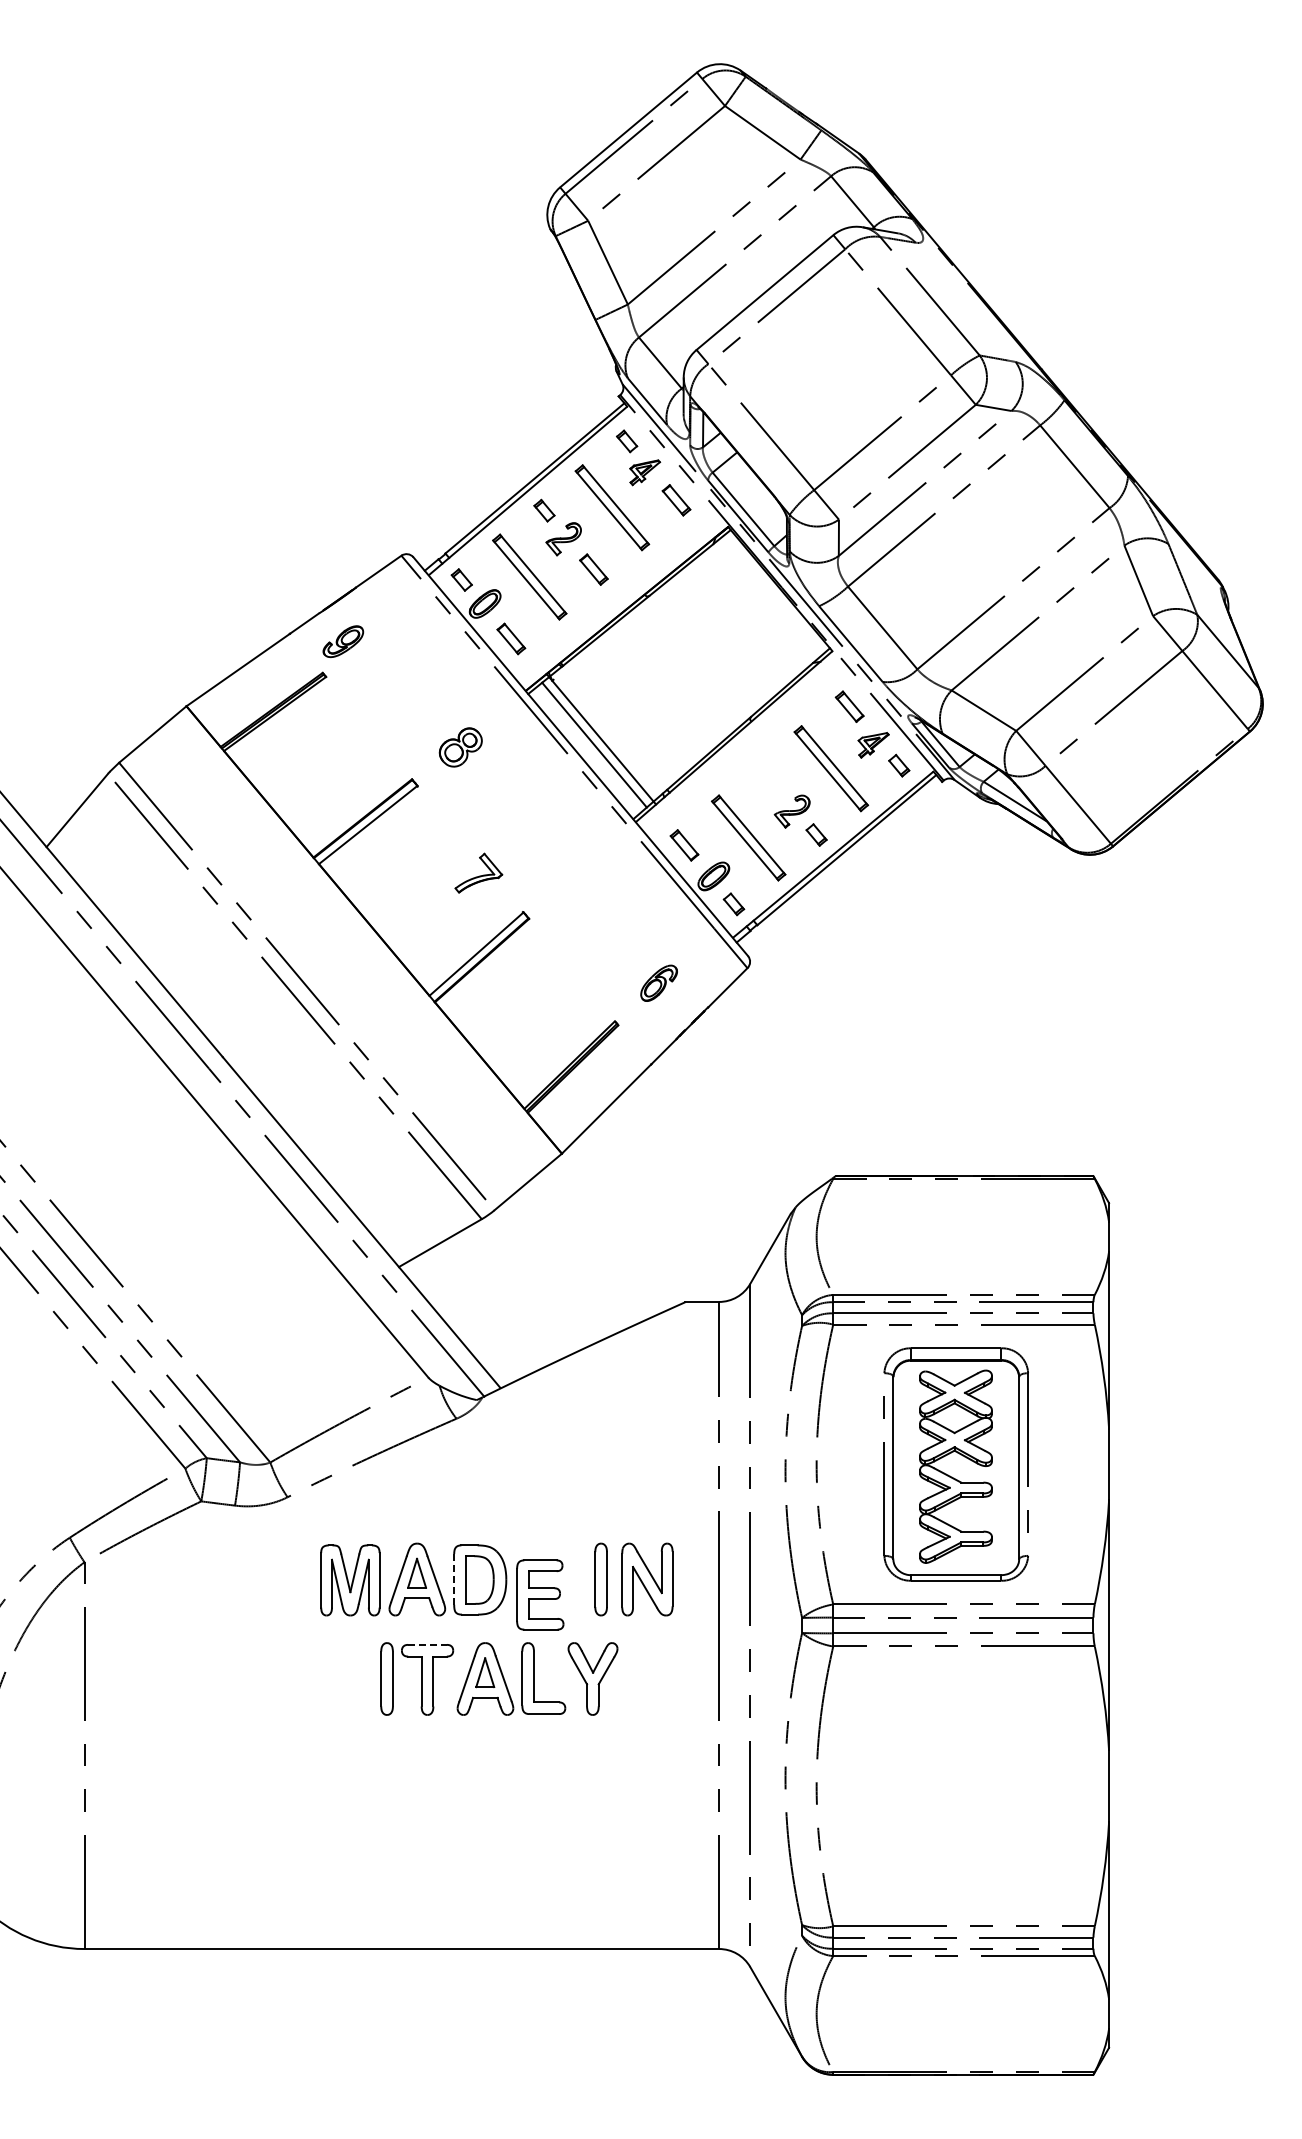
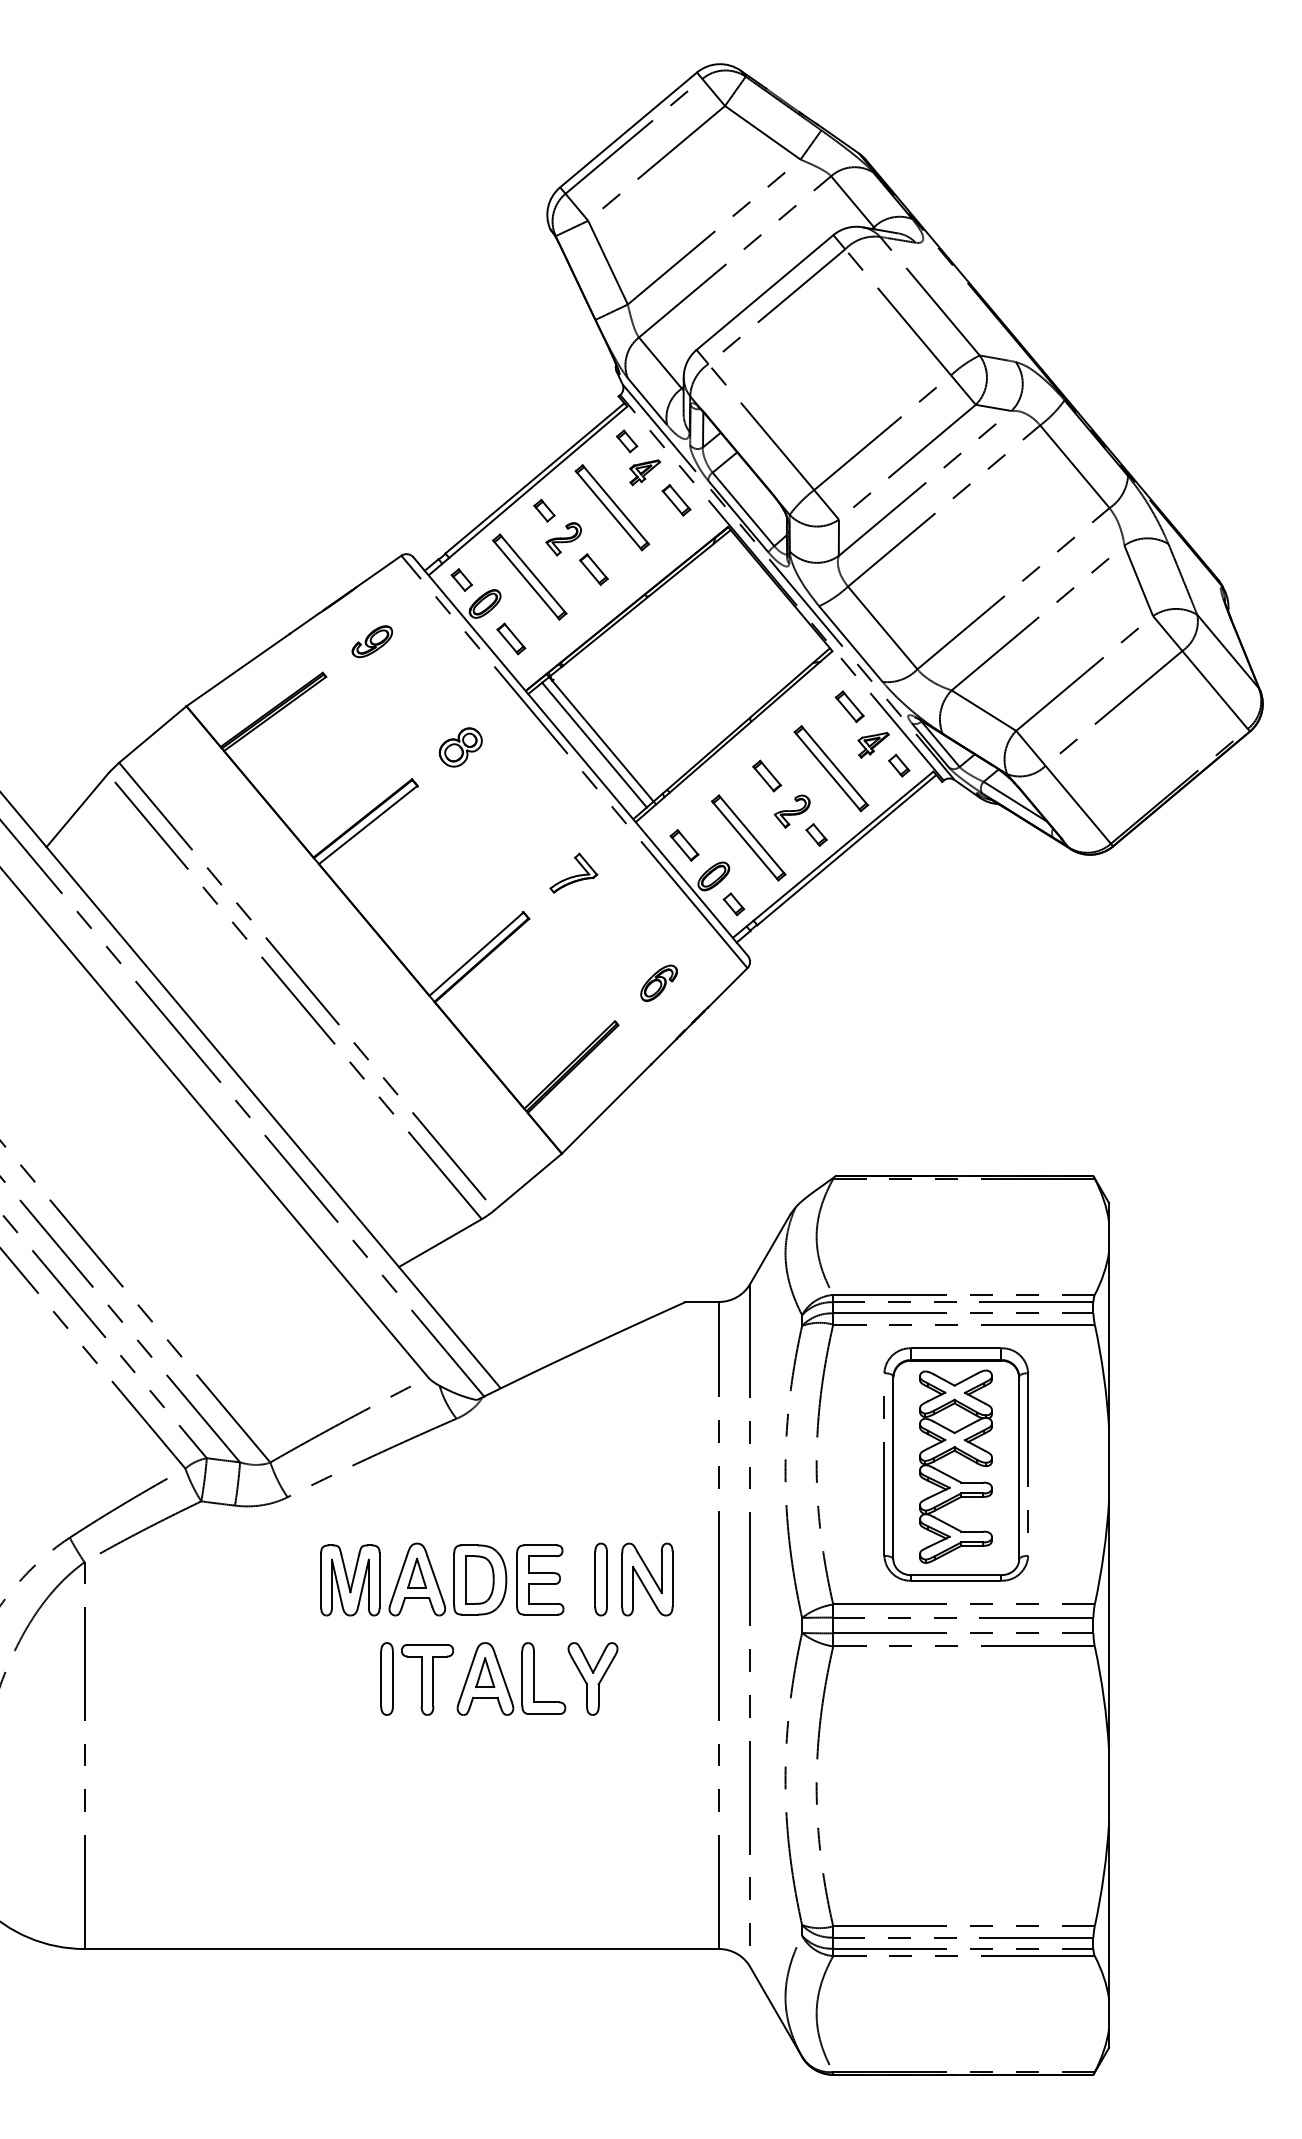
part at (343, 641) position: (343, 641) -> (372, 641)
part at (766, 775): none -> present
part at (478, 872) position: (478, 872) -> (573, 872)
line at (454, 1578): dashed -> solid
part at (540, 1594) position: (540, 1594) -> (540, 1579)
line at (428, 1644): dashed -> solid
